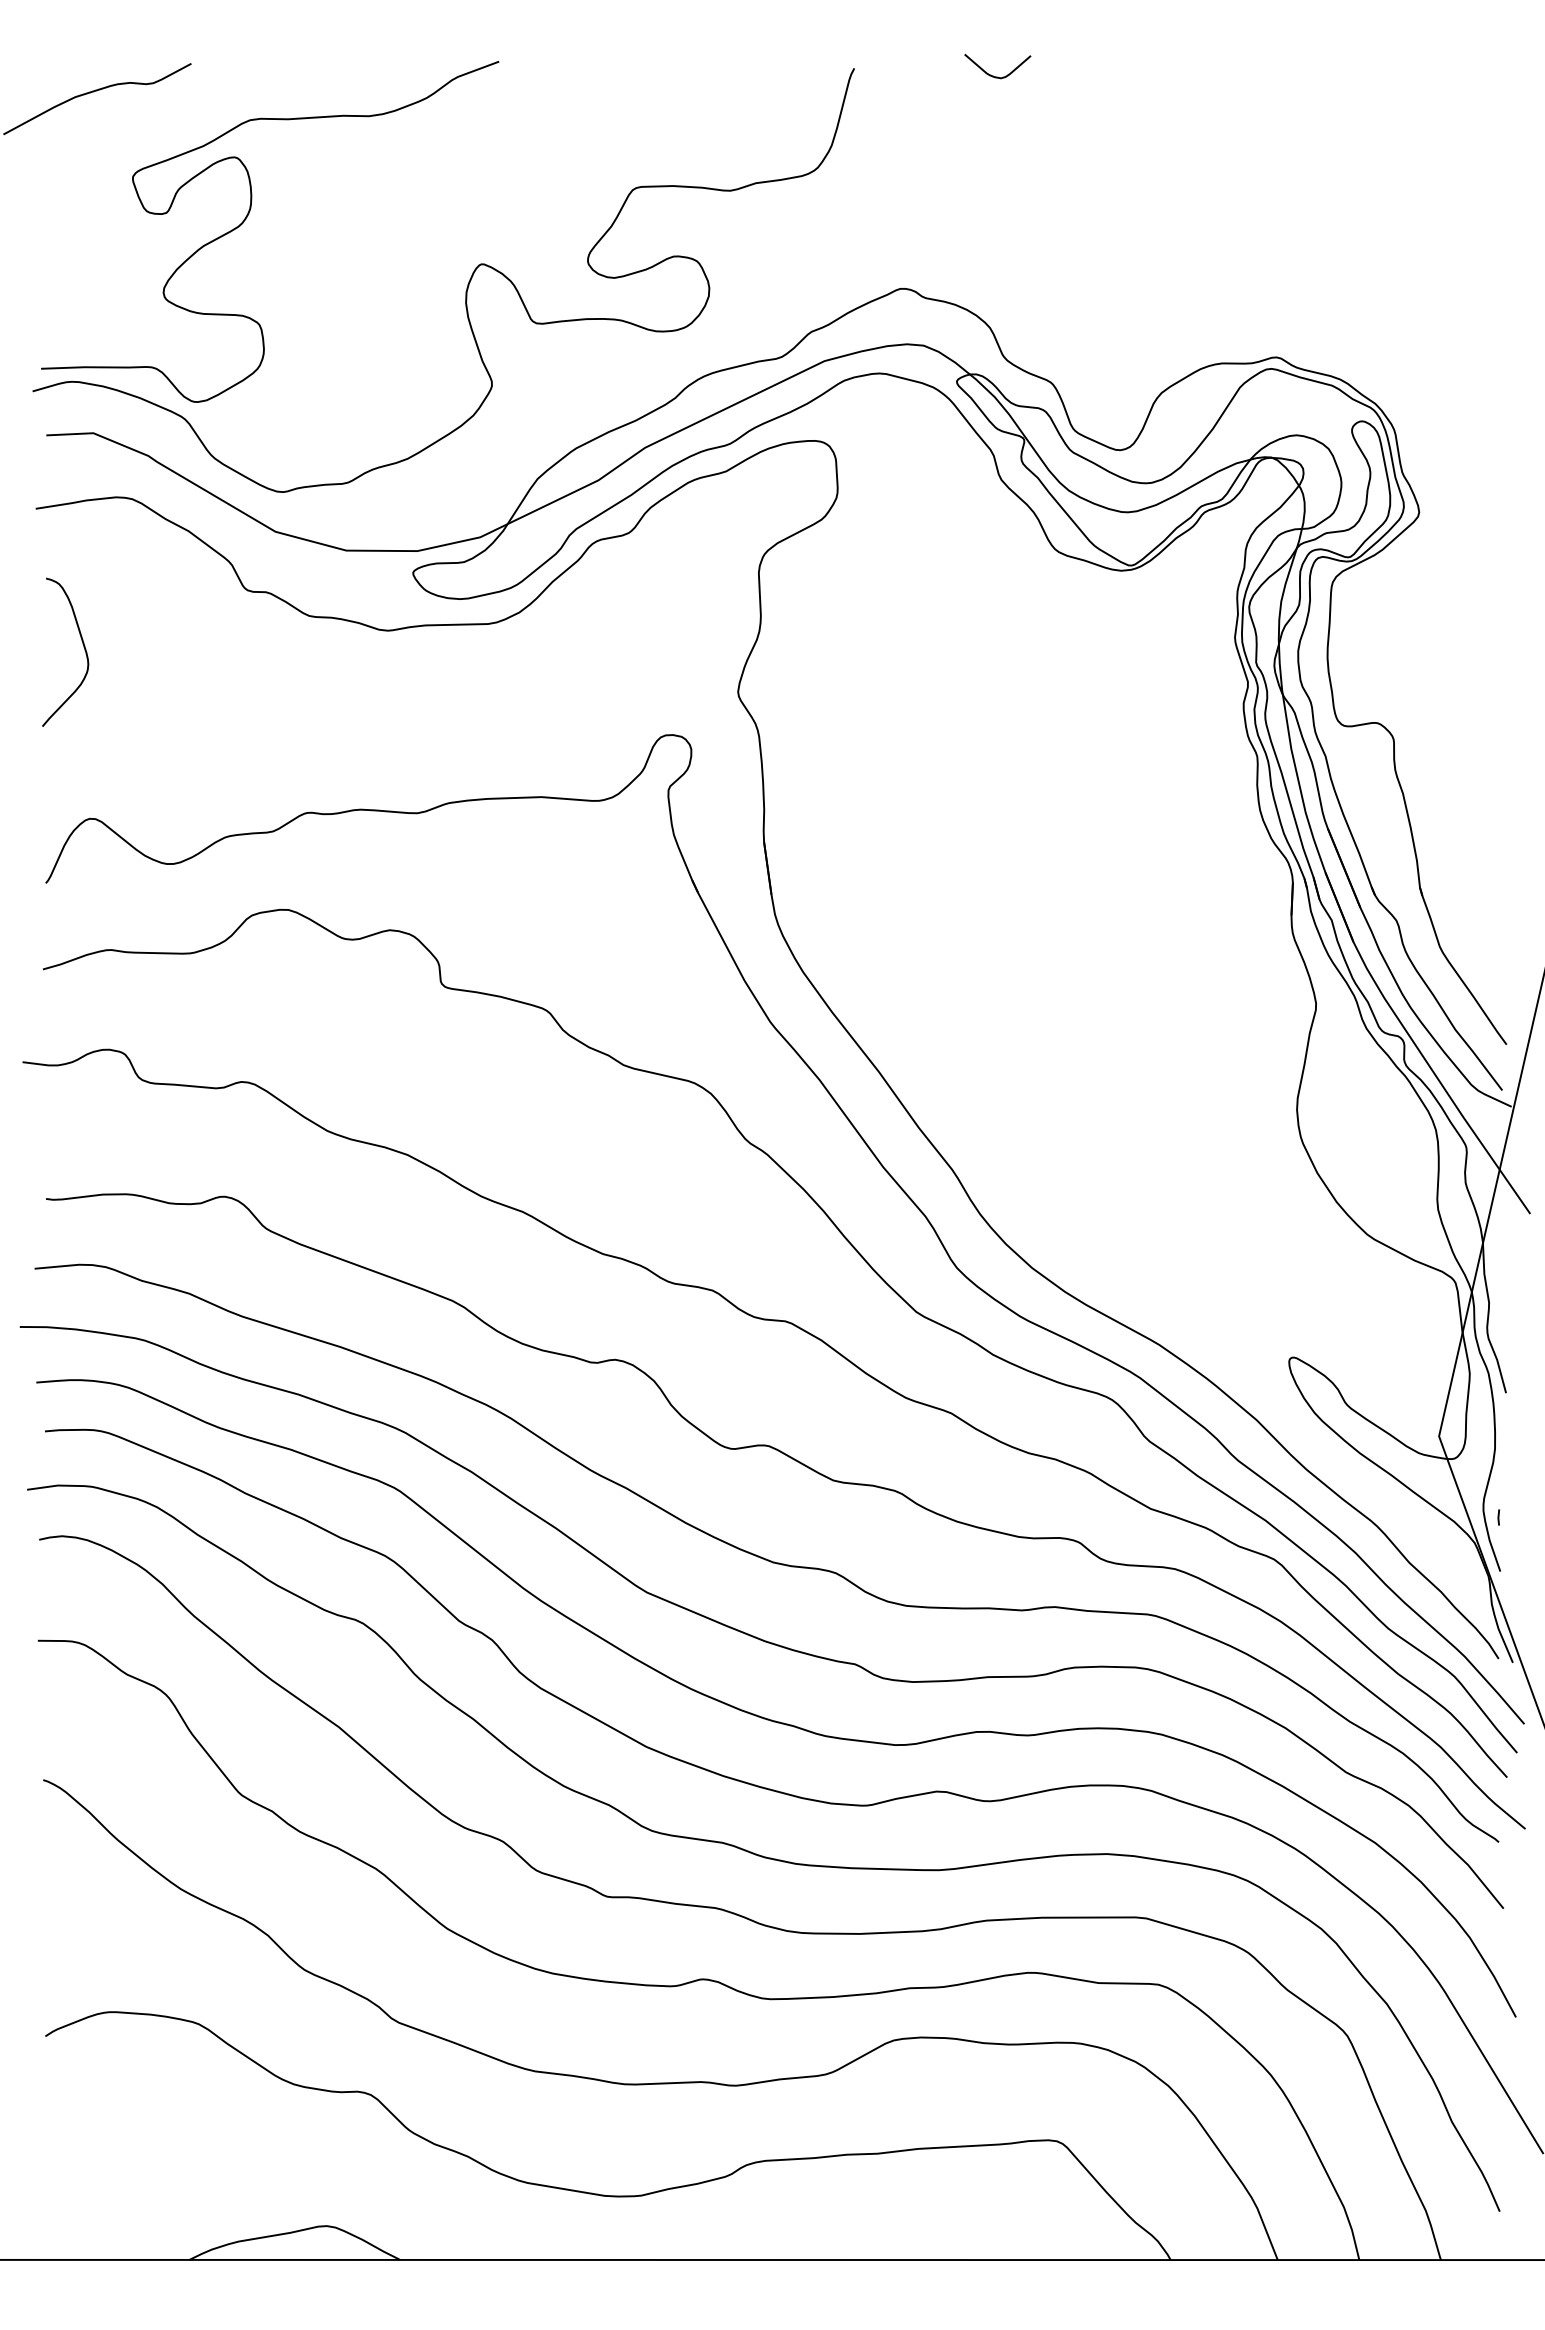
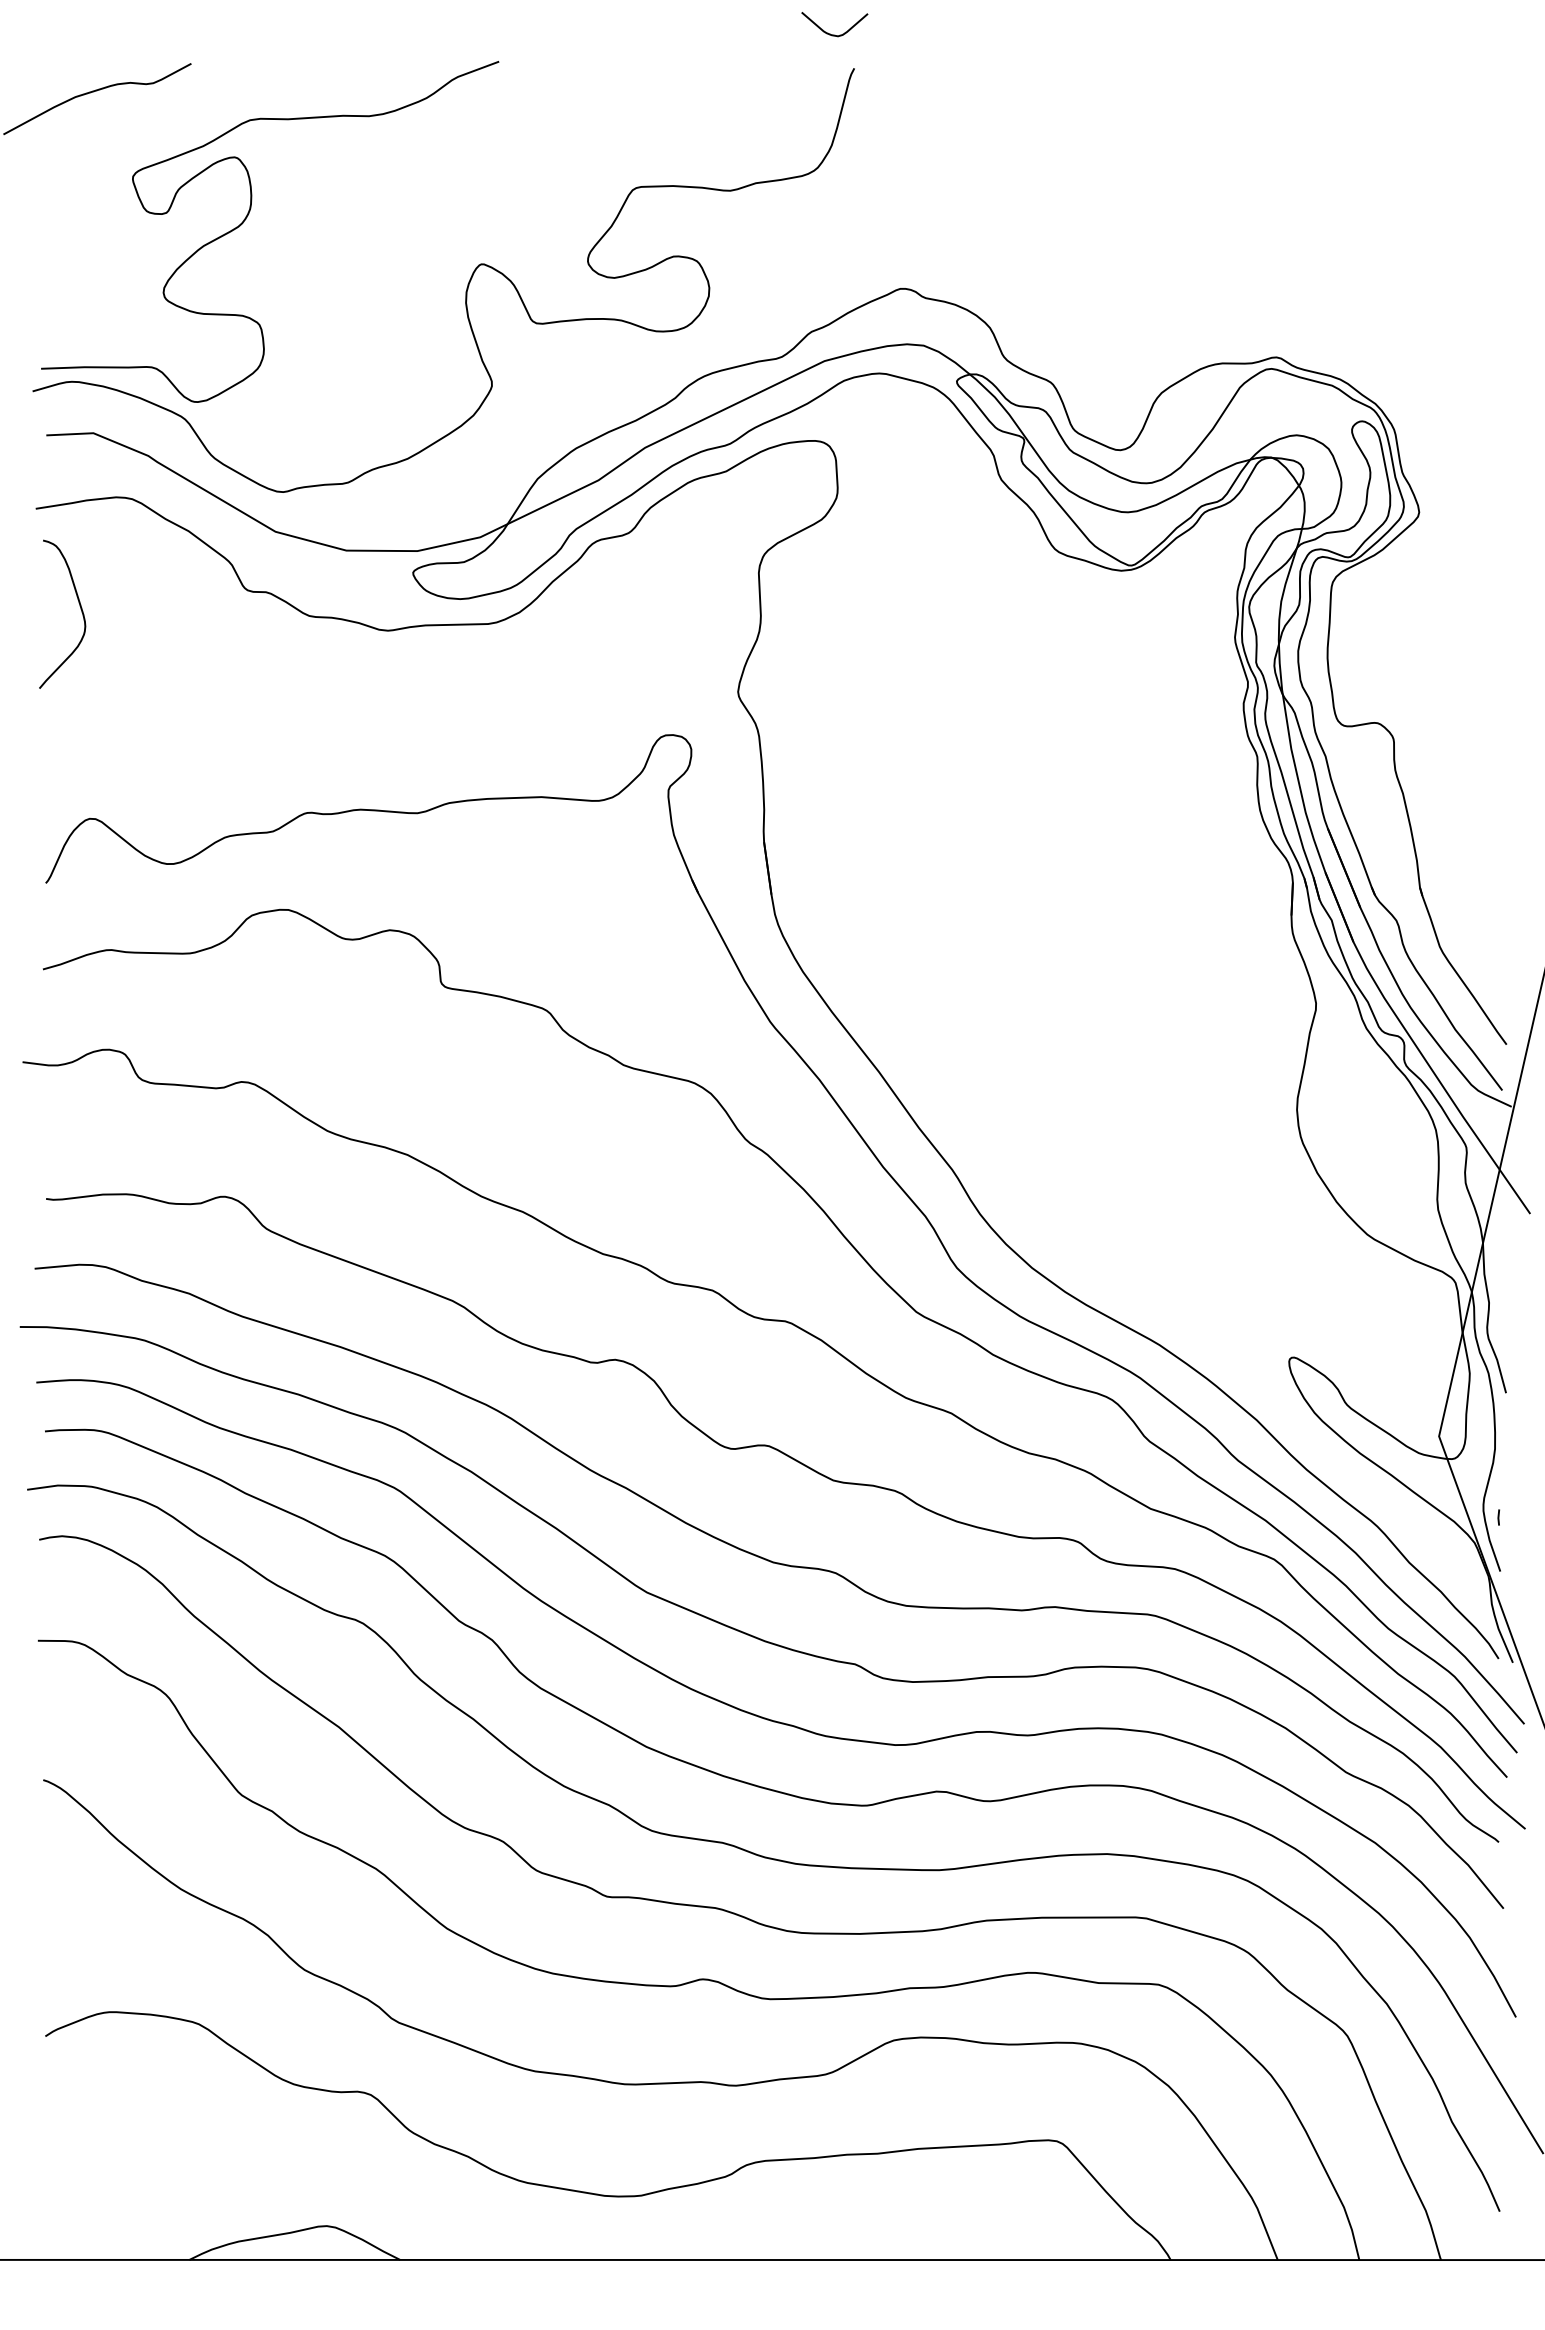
curve at (993, 75) position: (993, 75) -> (830, 33)
curve at (82, 644) position: (82, 644) -> (79, 606)
